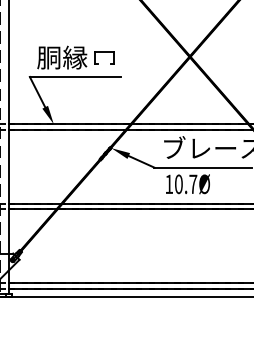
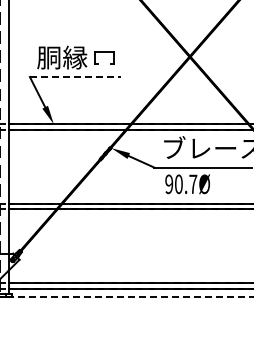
line at (75, 76): solid -> dashed
text at (169, 184): 10.7Ø -> 90.7Ø
line at (126, 296): solid -> dashed
